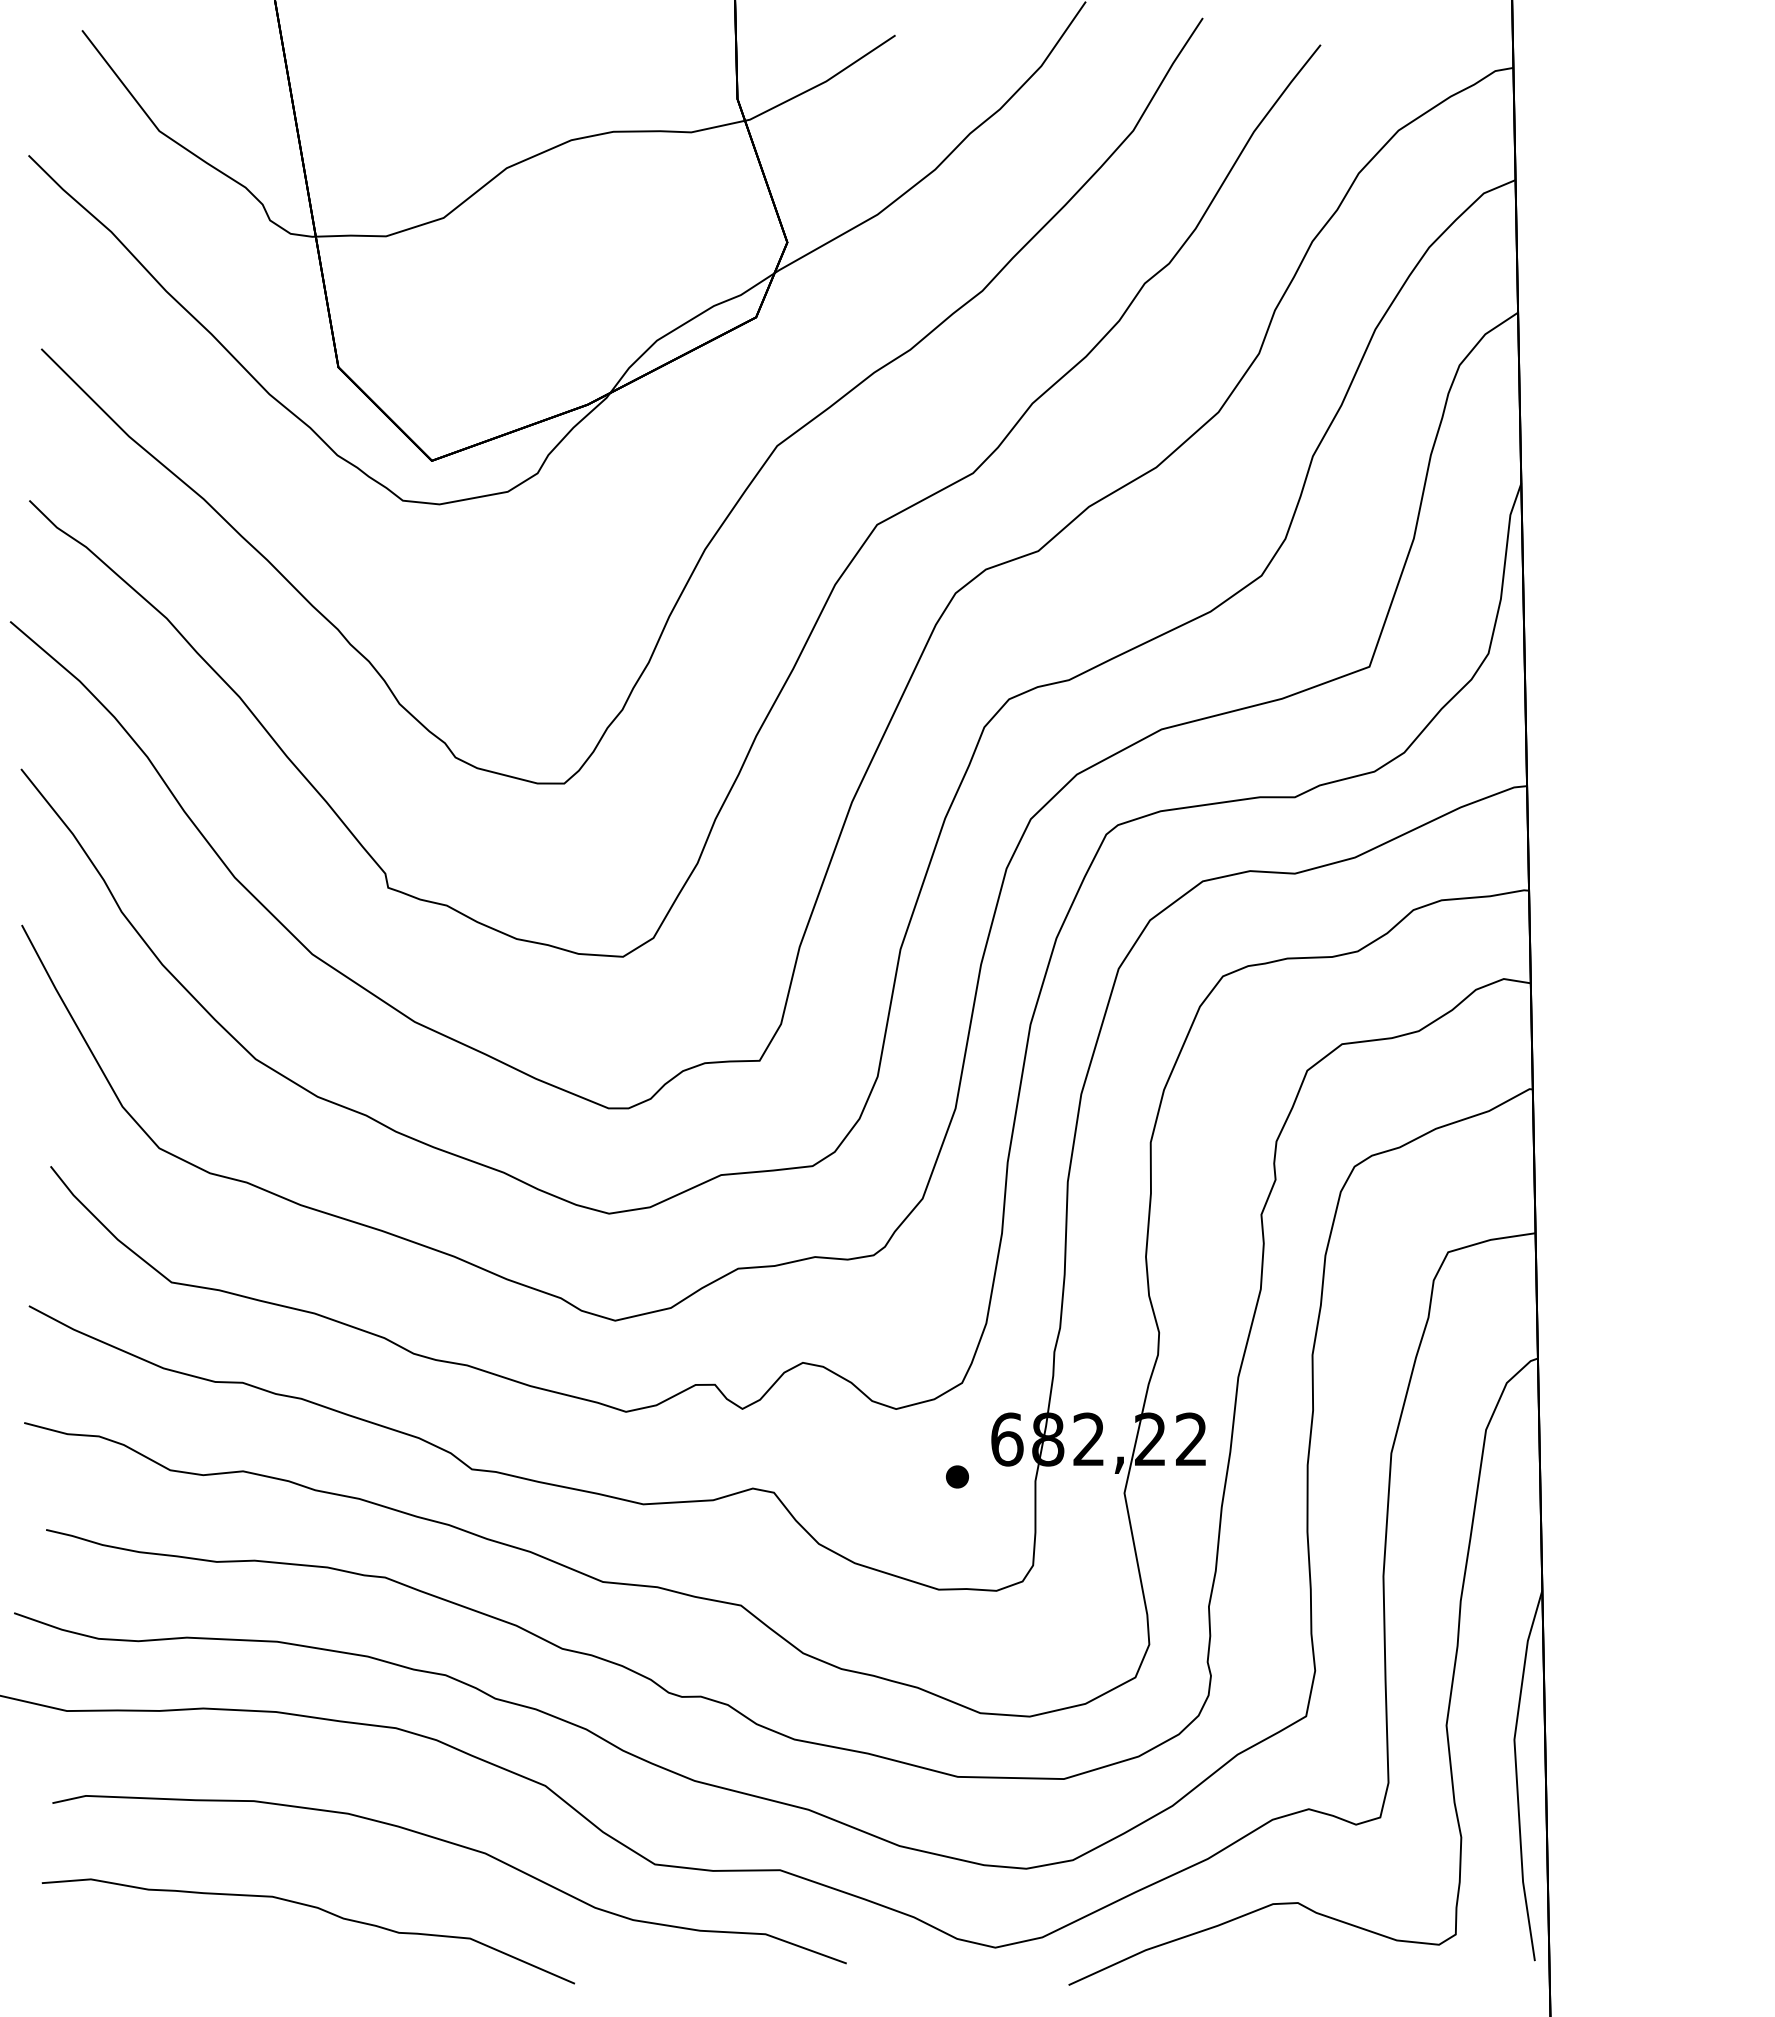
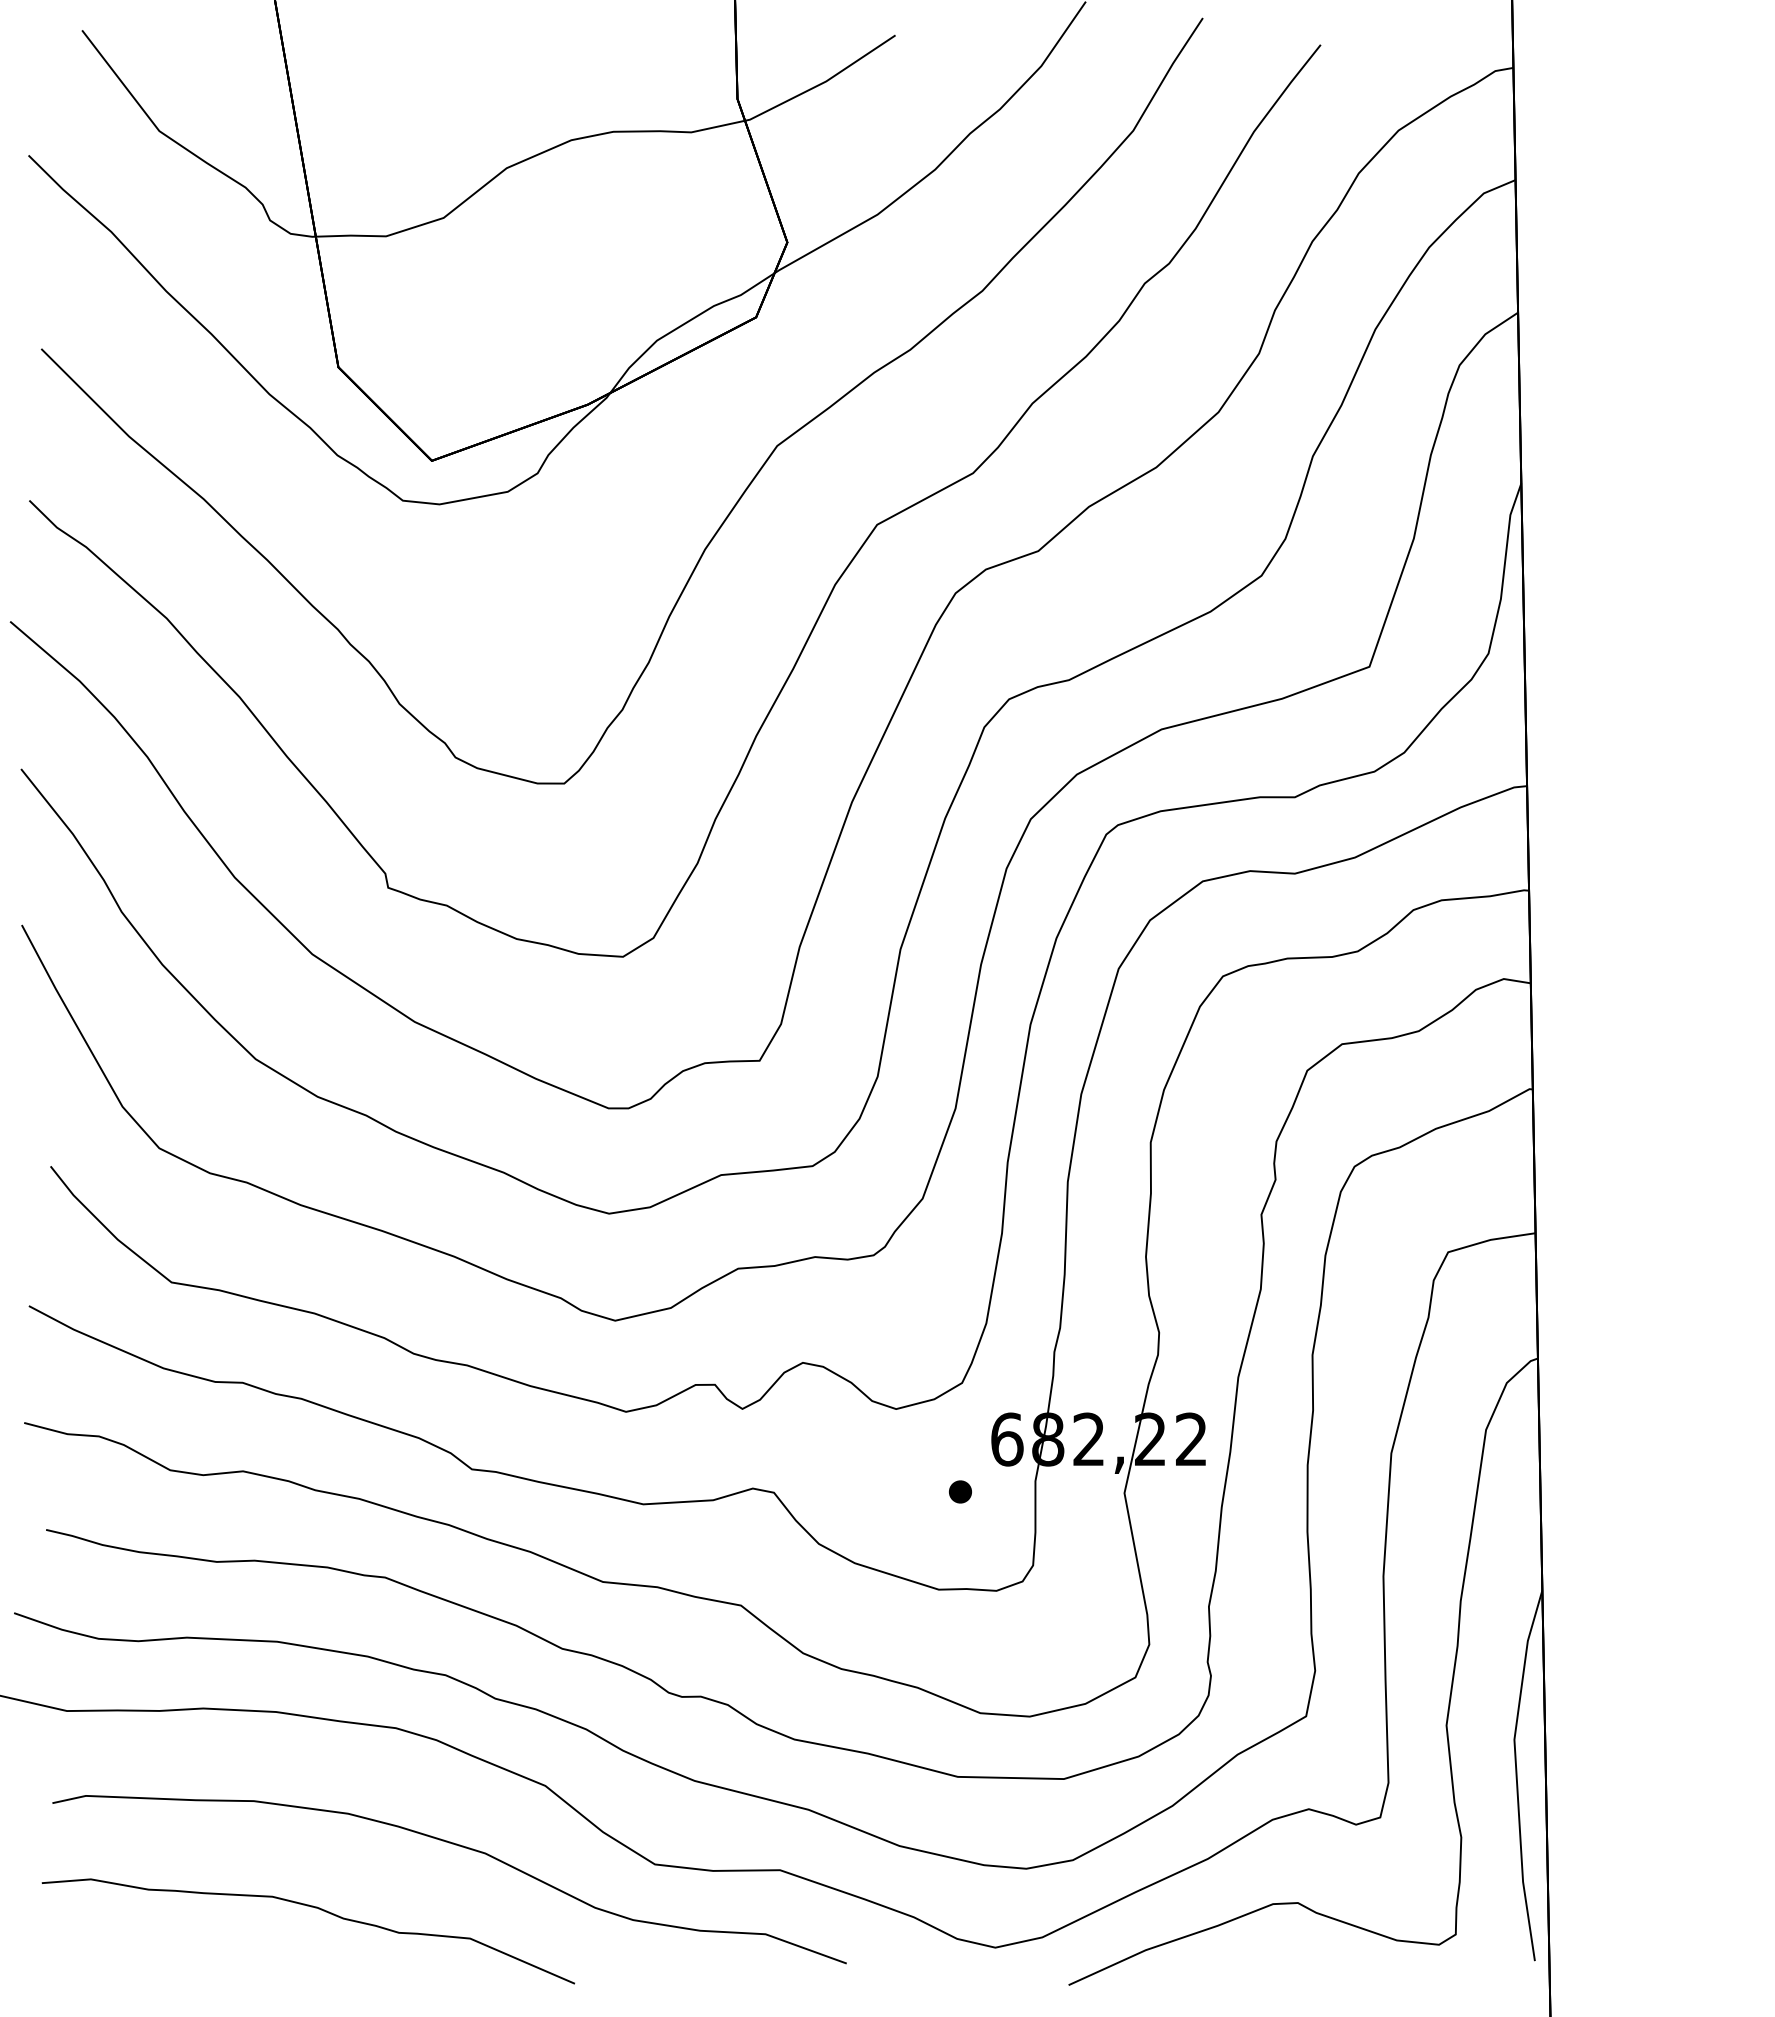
part at (957, 1476) position: (957, 1476) -> (960, 1491)
